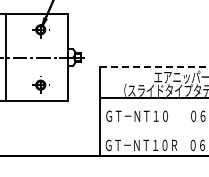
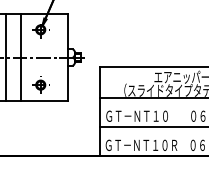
line at (20, 57): none -> present
line at (154, 67): dashed -> solid
line at (152, 127): none -> present
